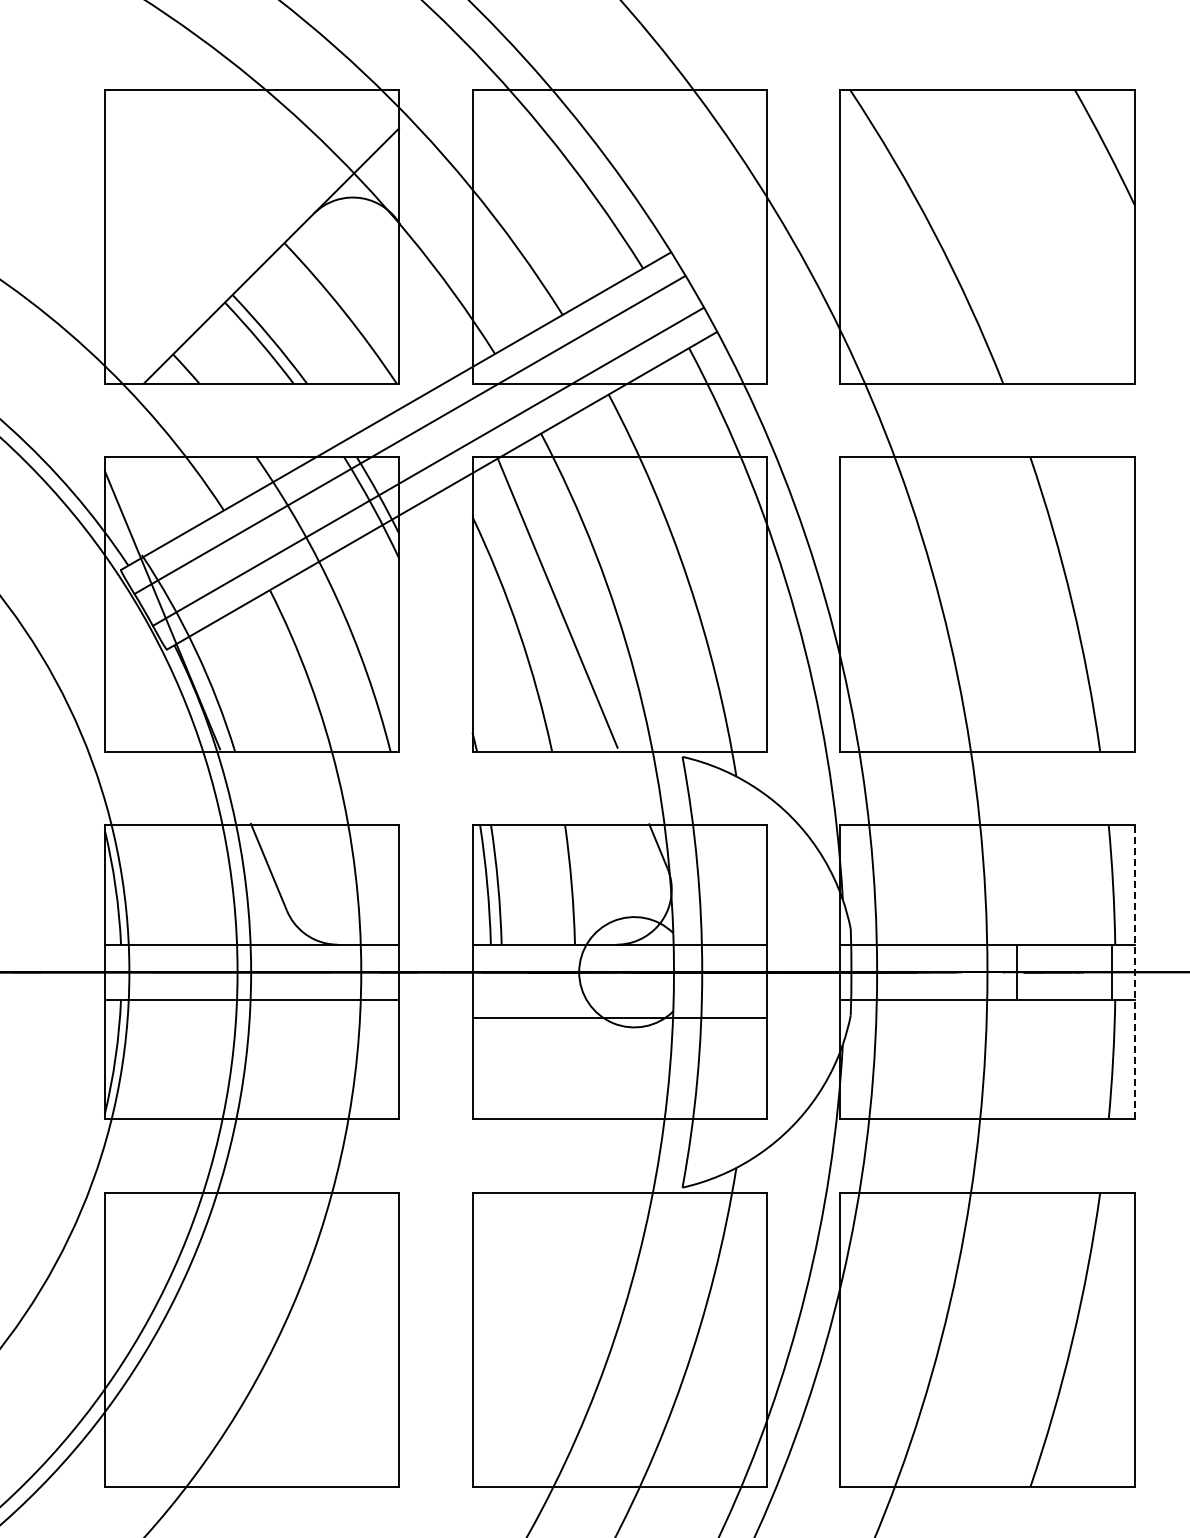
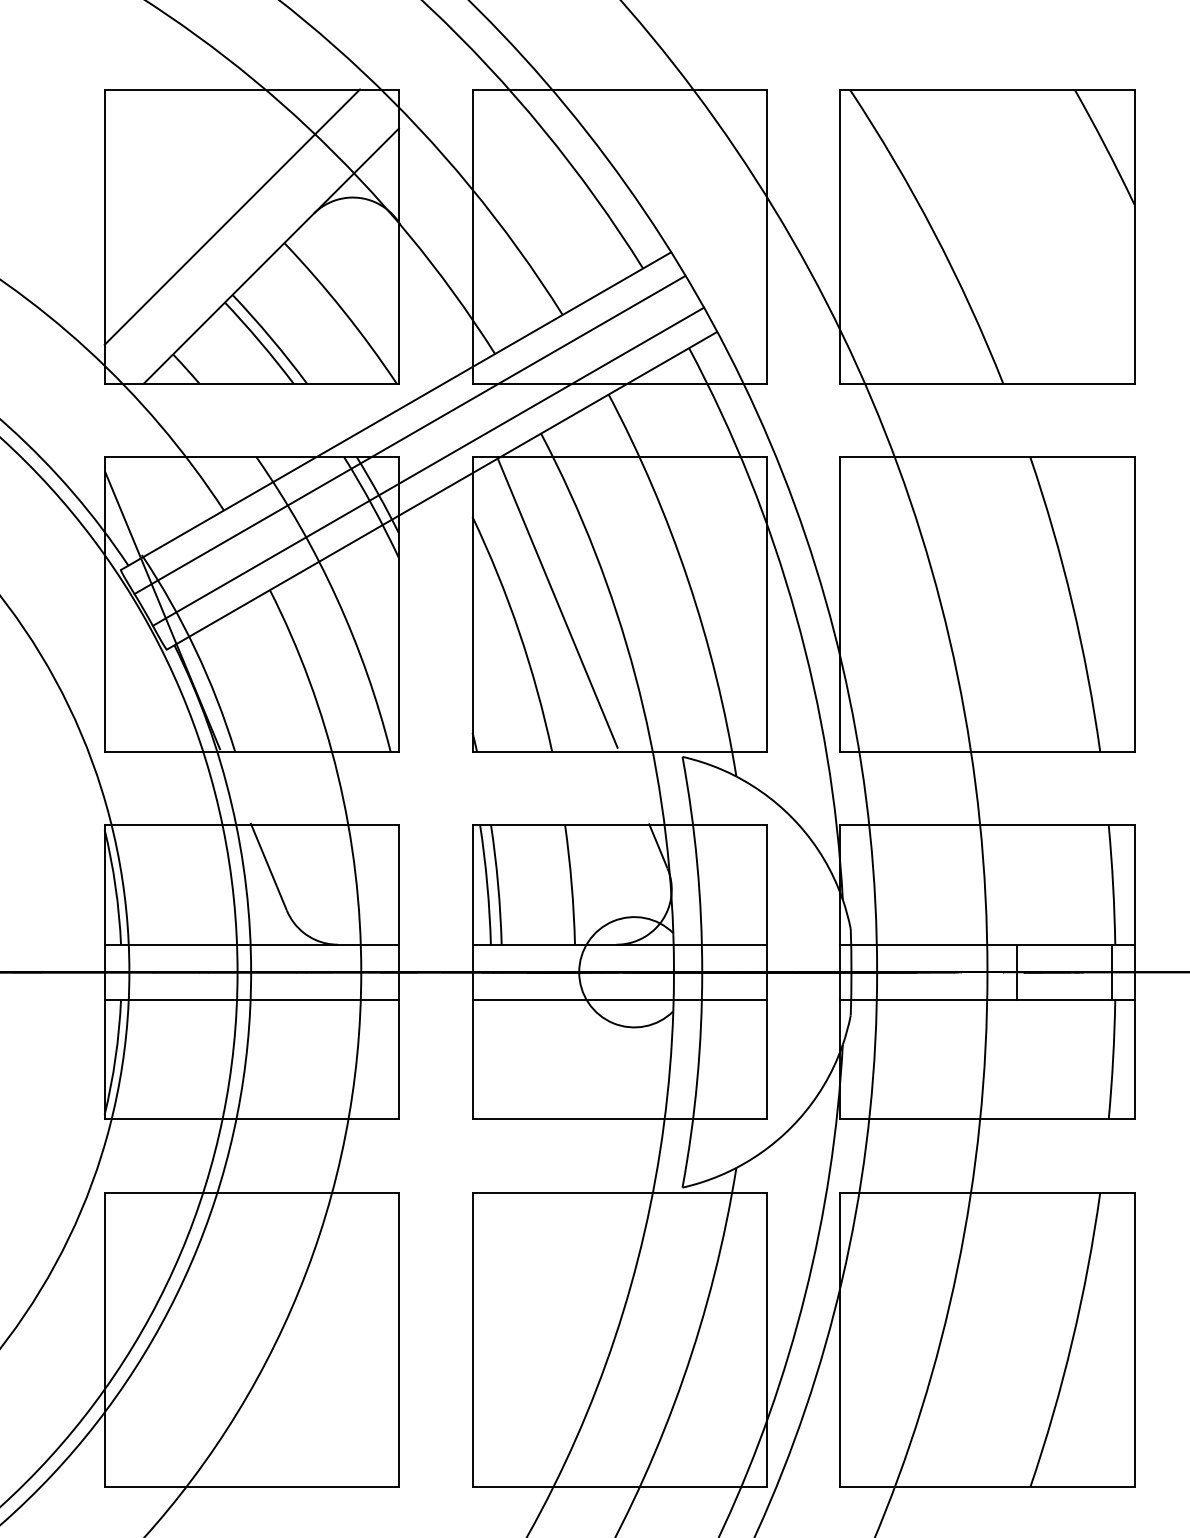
line at (231, 216): none -> present
line at (1134, 971): dashed -> solid
line at (619, 1017) position: (619, 1017) -> (619, 999)
